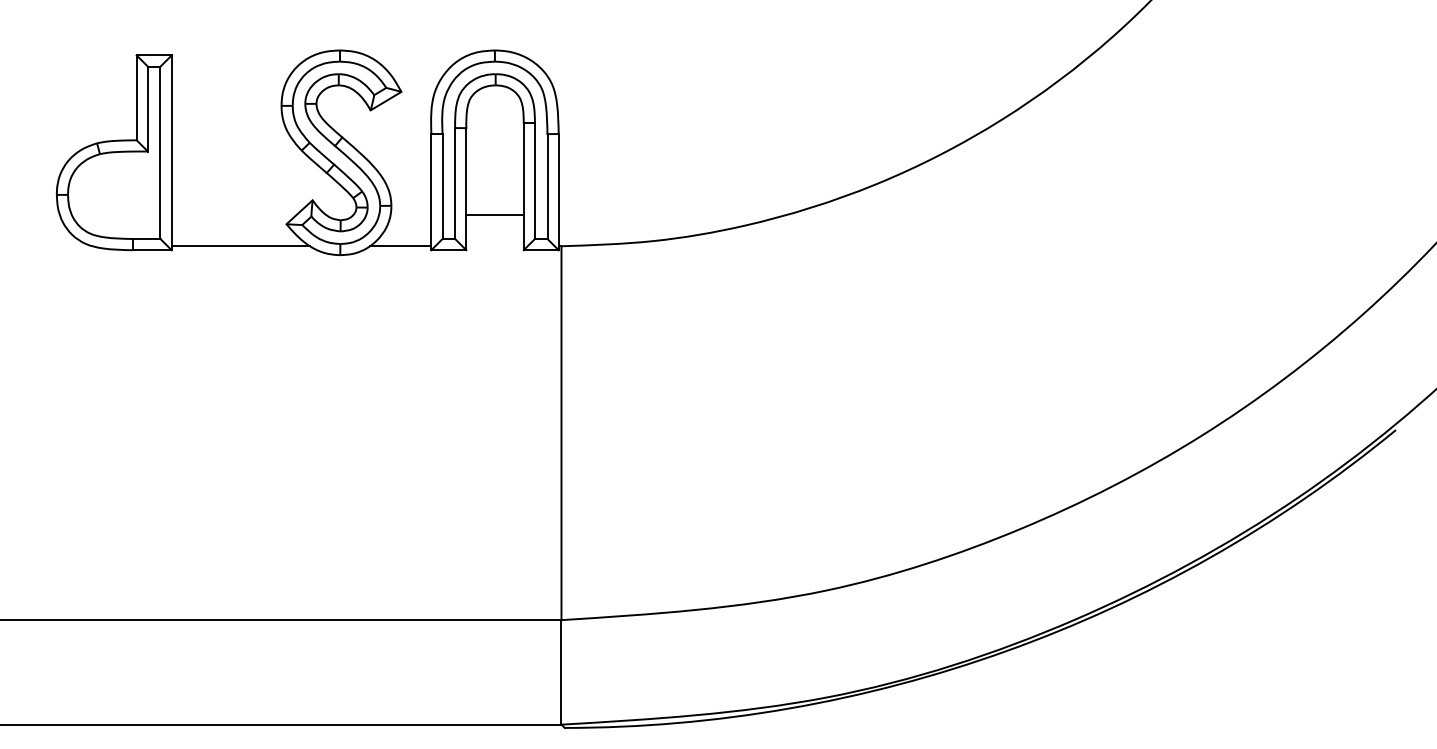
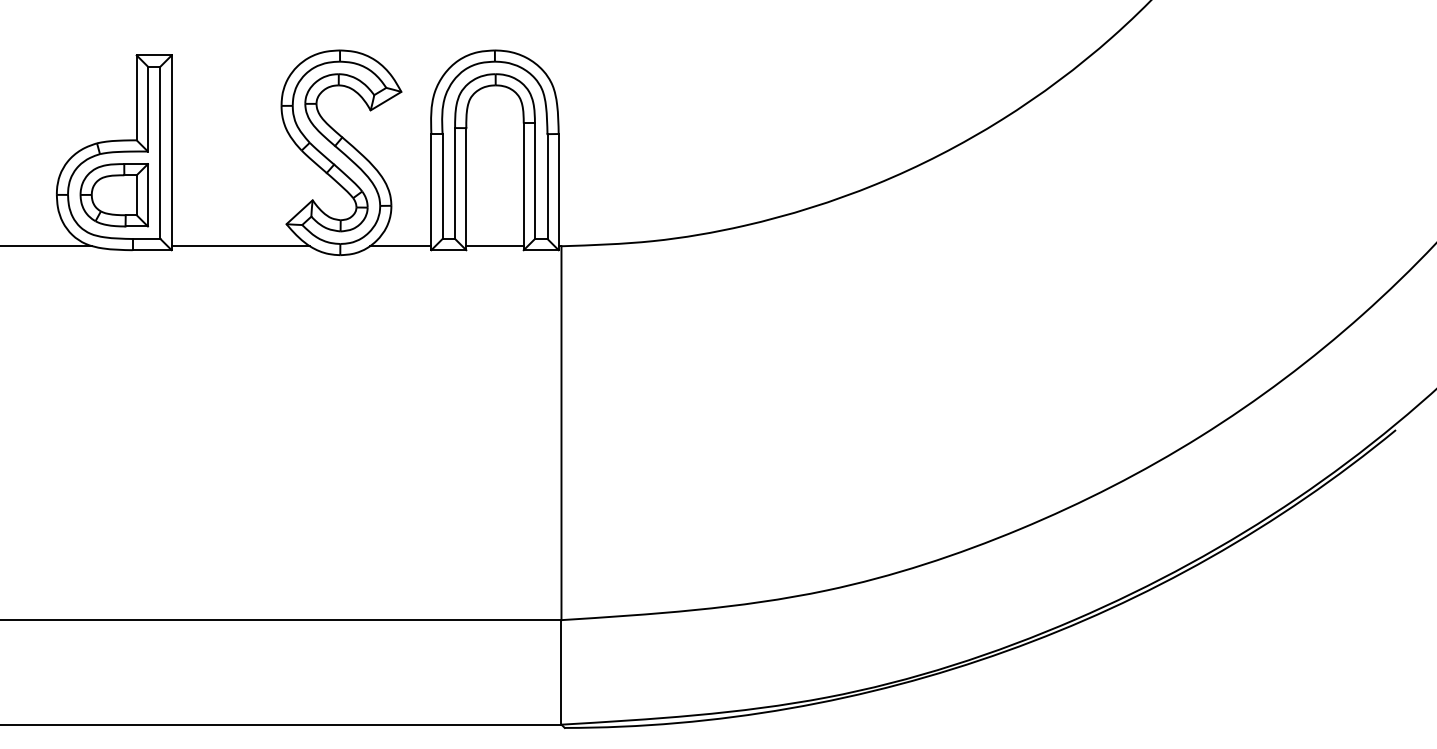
part at (113, 195): none -> present
line at (494, 215) position: (494, 215) -> (494, 246)
line at (47, 246): none -> present
